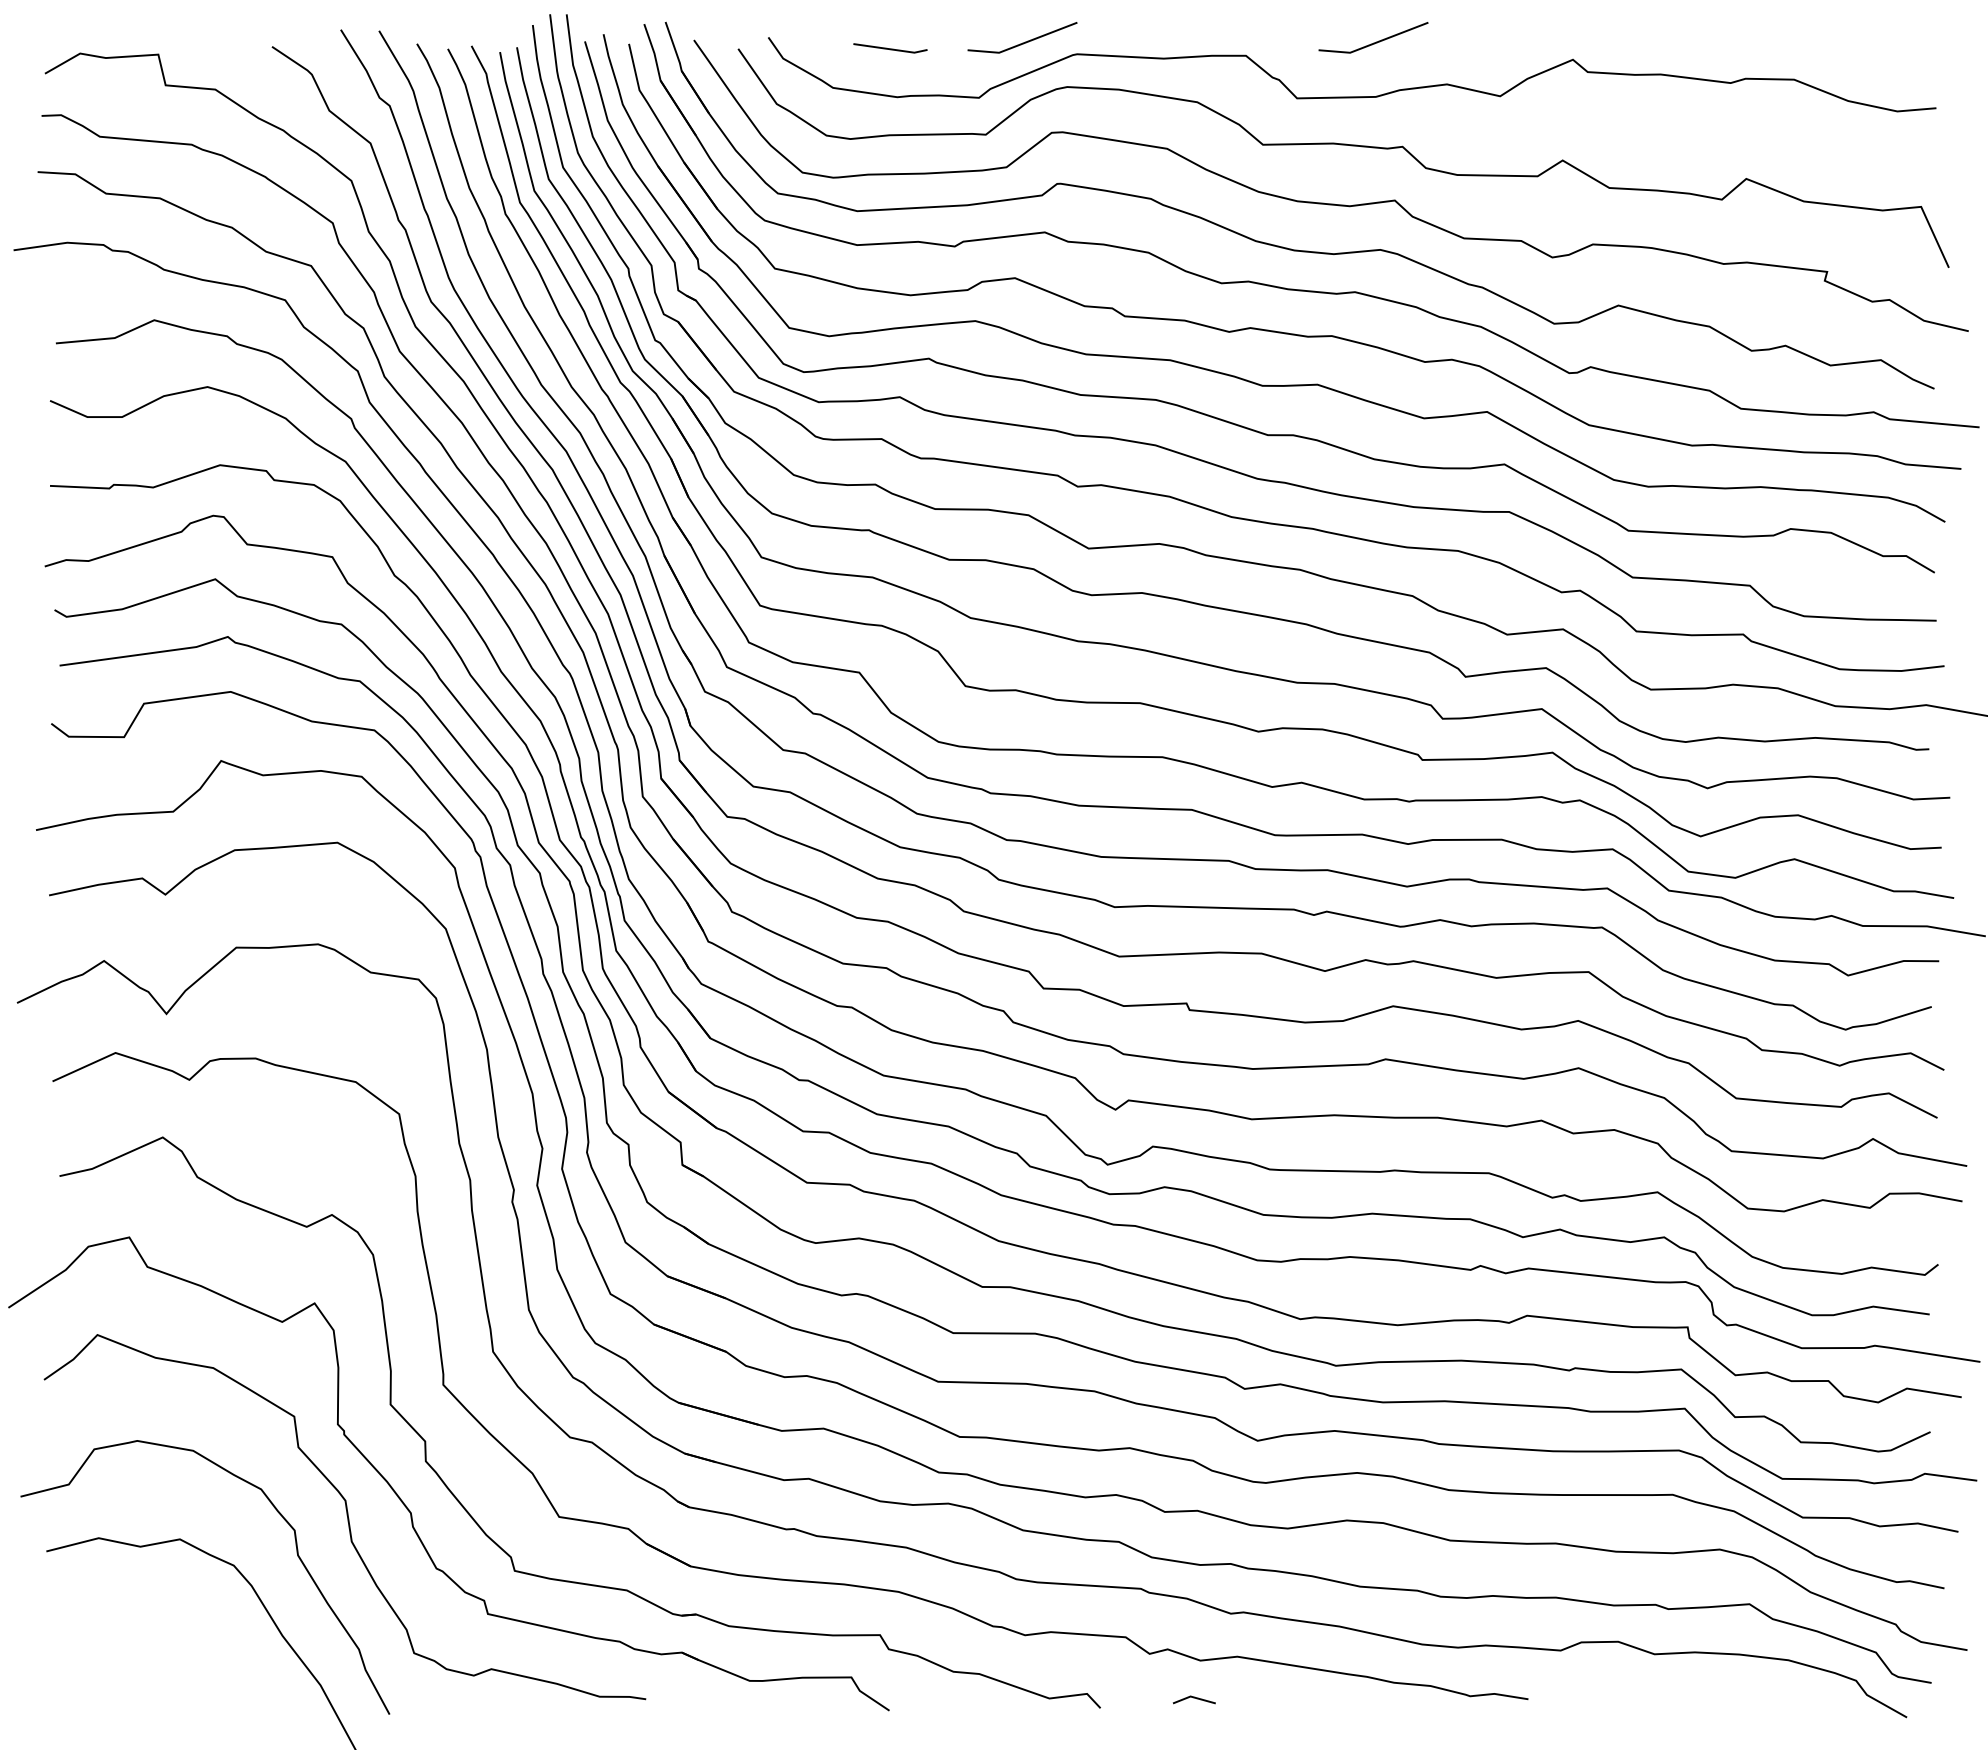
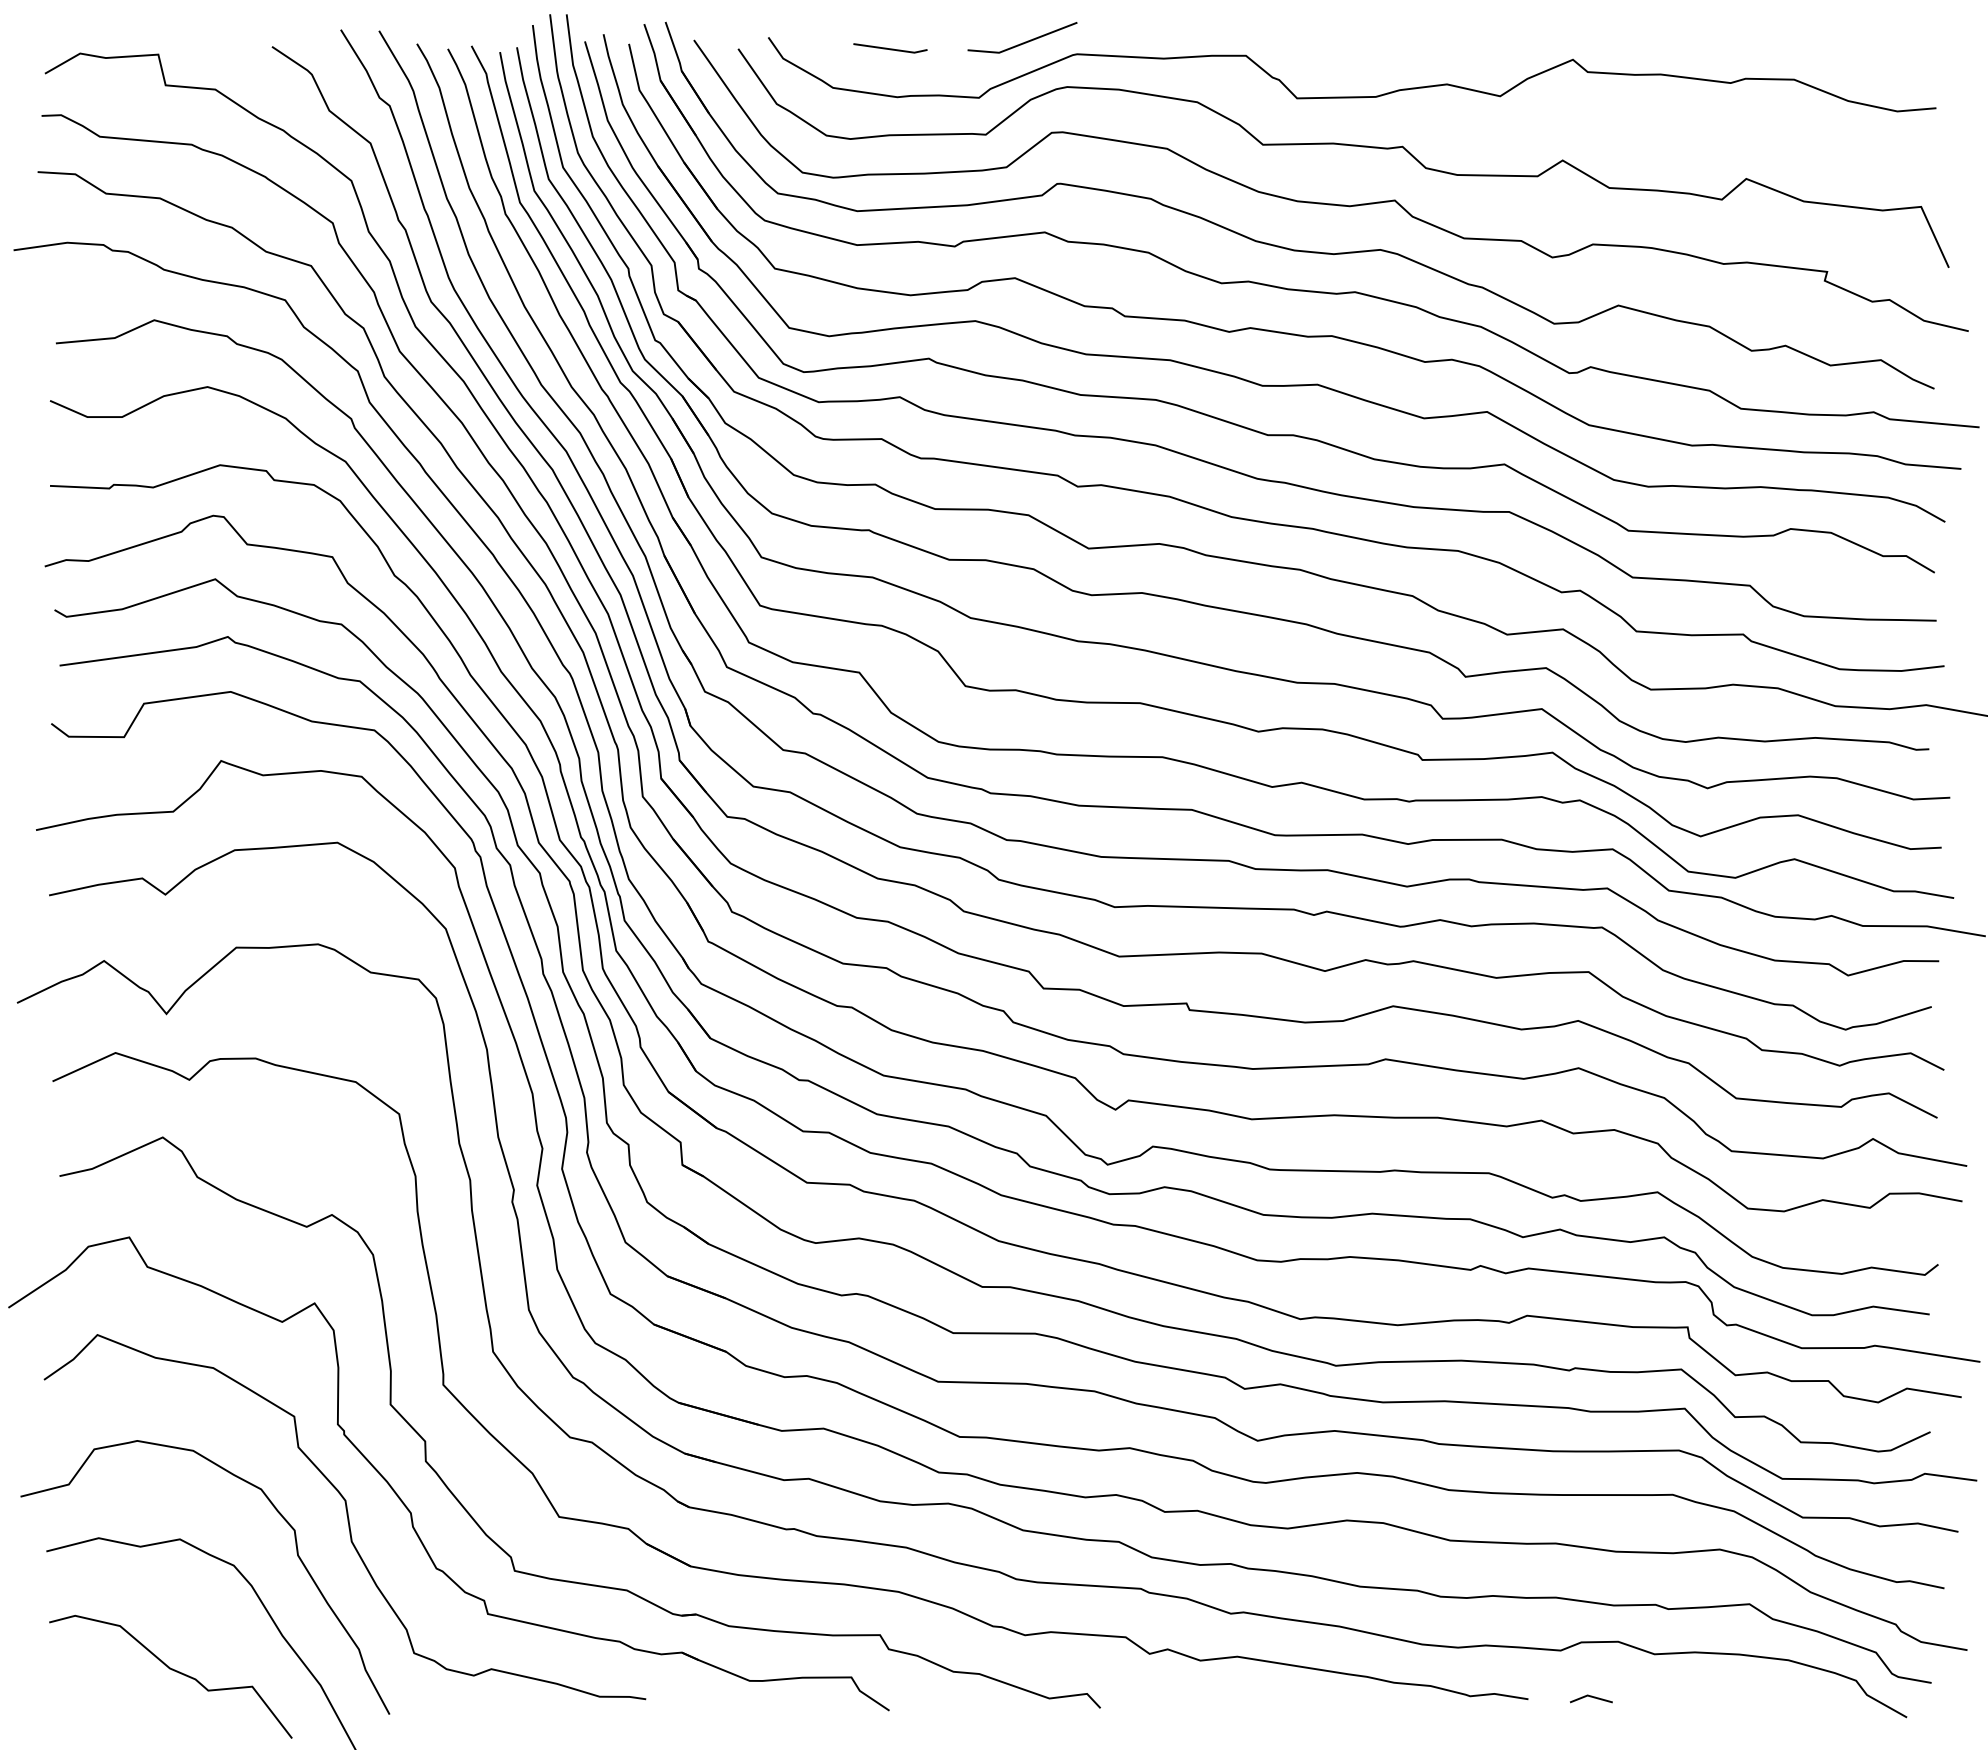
line at (1376, 41): present -> none
curve at (171, 1670): none -> present
line at (1194, 1698) position: (1194, 1698) -> (1591, 1697)
